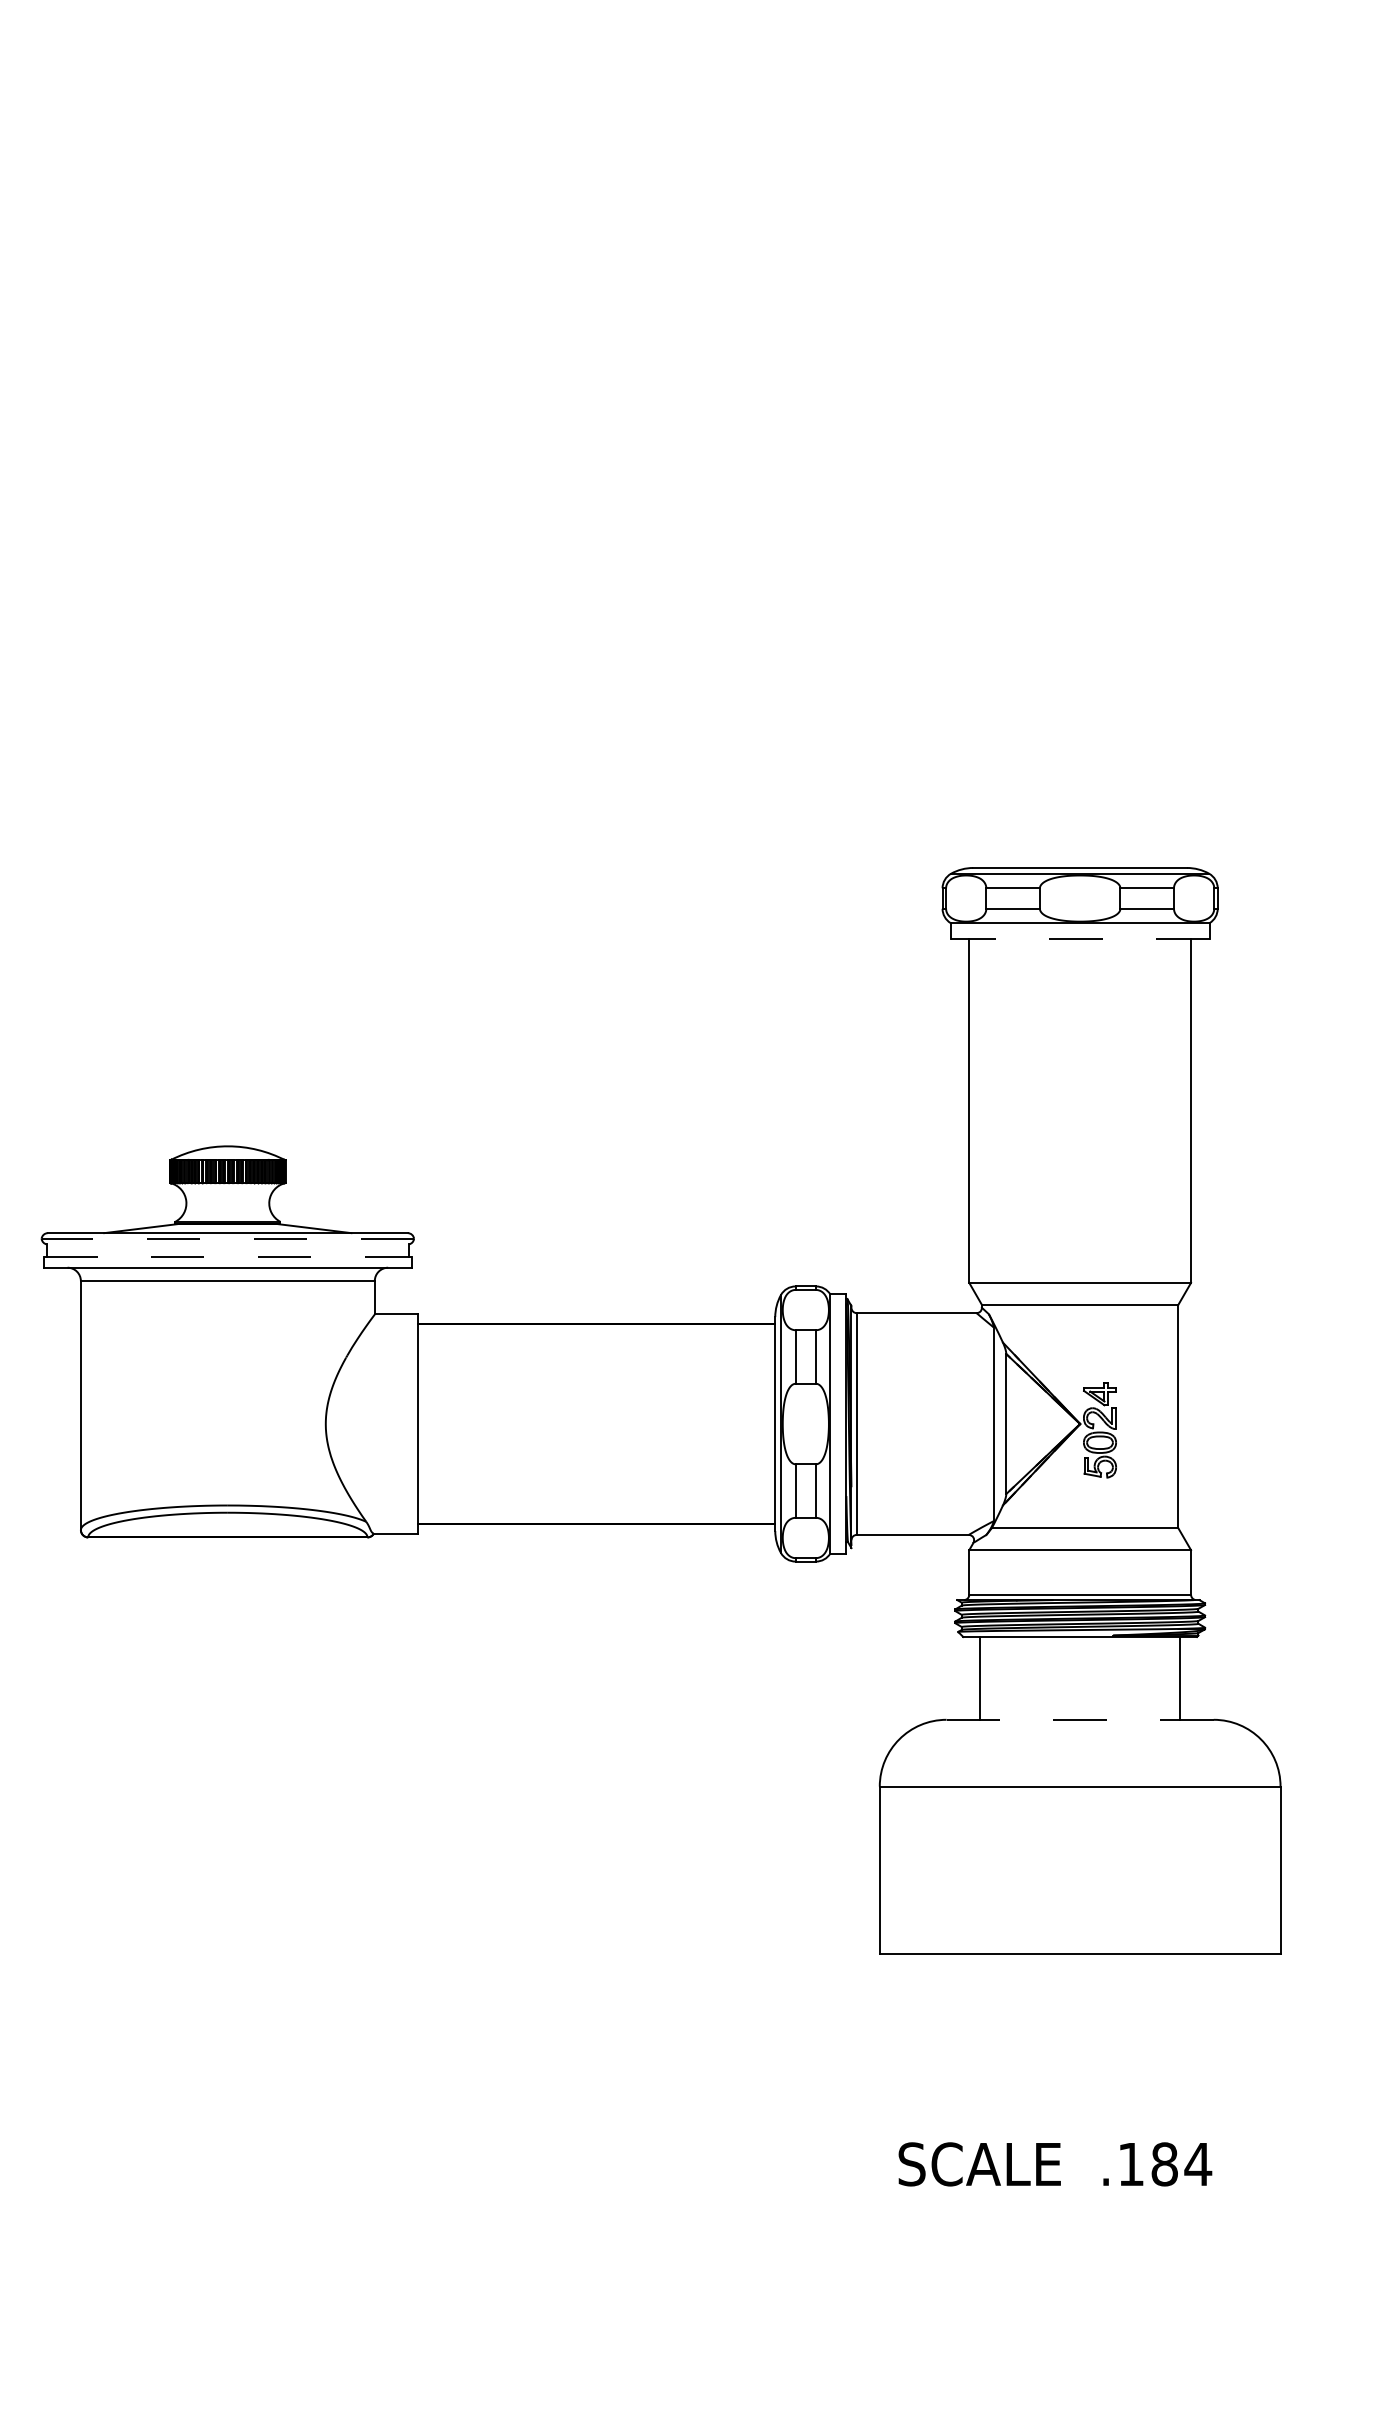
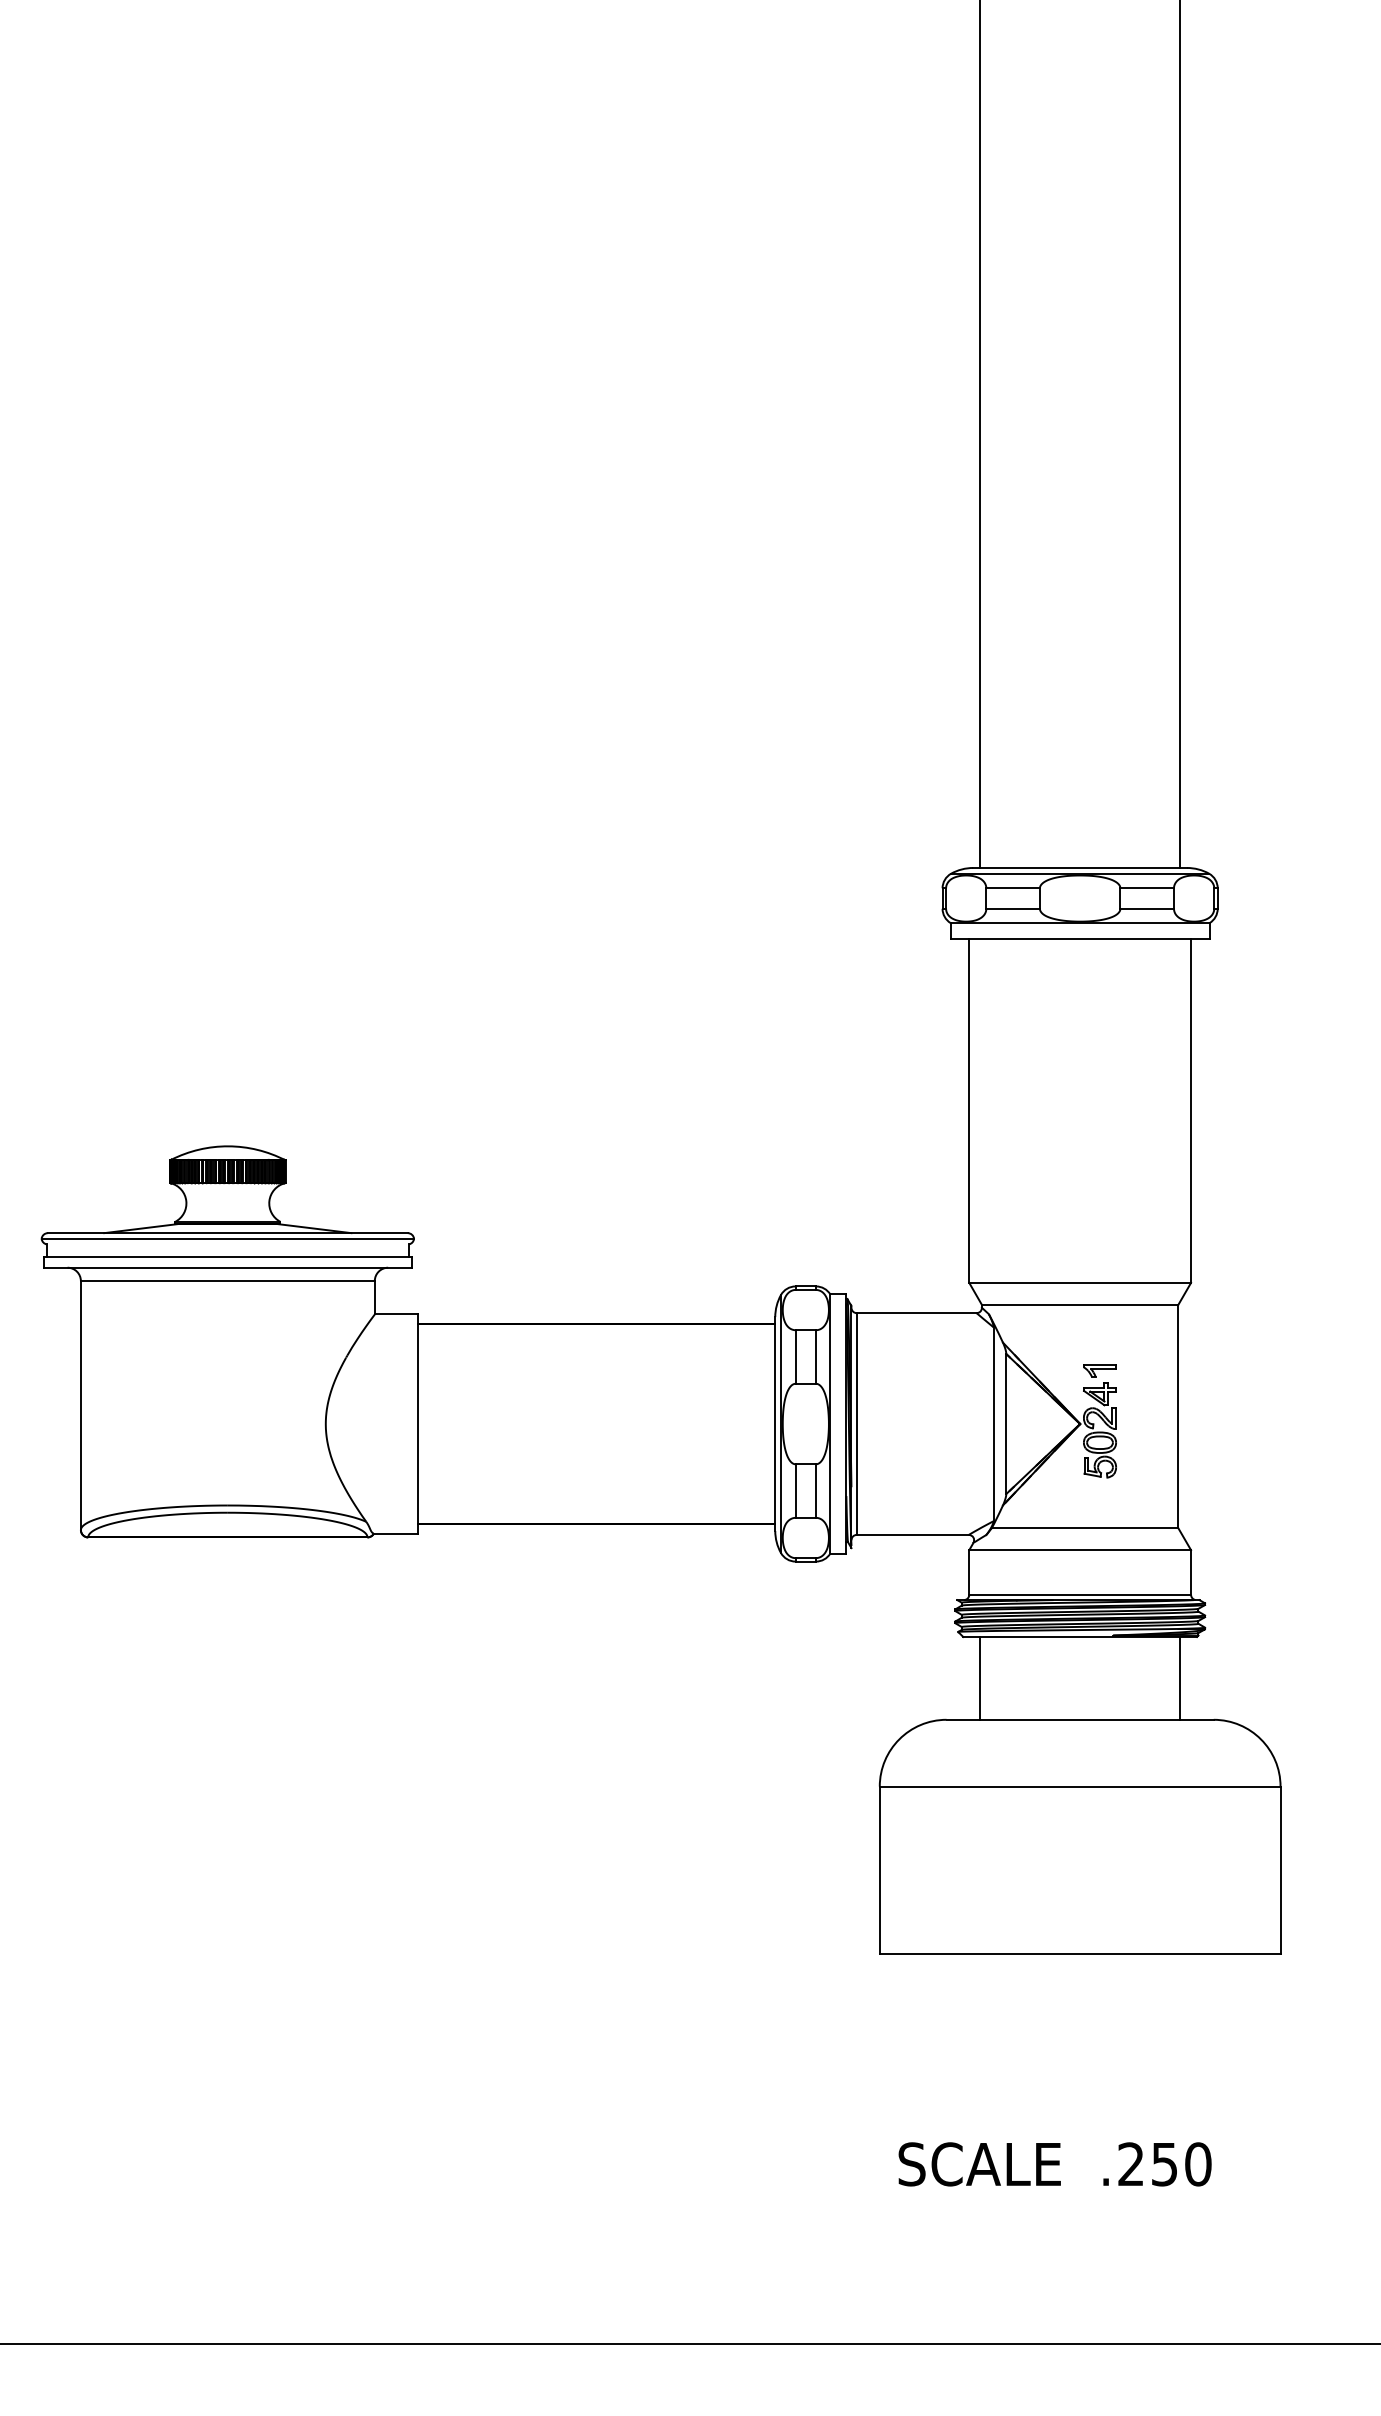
line at (979, 434): none -> present
line at (1180, 434): none -> present
line at (1080, 939): dashed -> solid
line at (227, 1238): dashed -> solid
line at (227, 1257): dashed -> solid
part at (1099, 1370): none -> present
line at (1080, 1719): dashed -> solid
text at (1165, 2164): .184 -> .250
line at (689, 2343): none -> present
